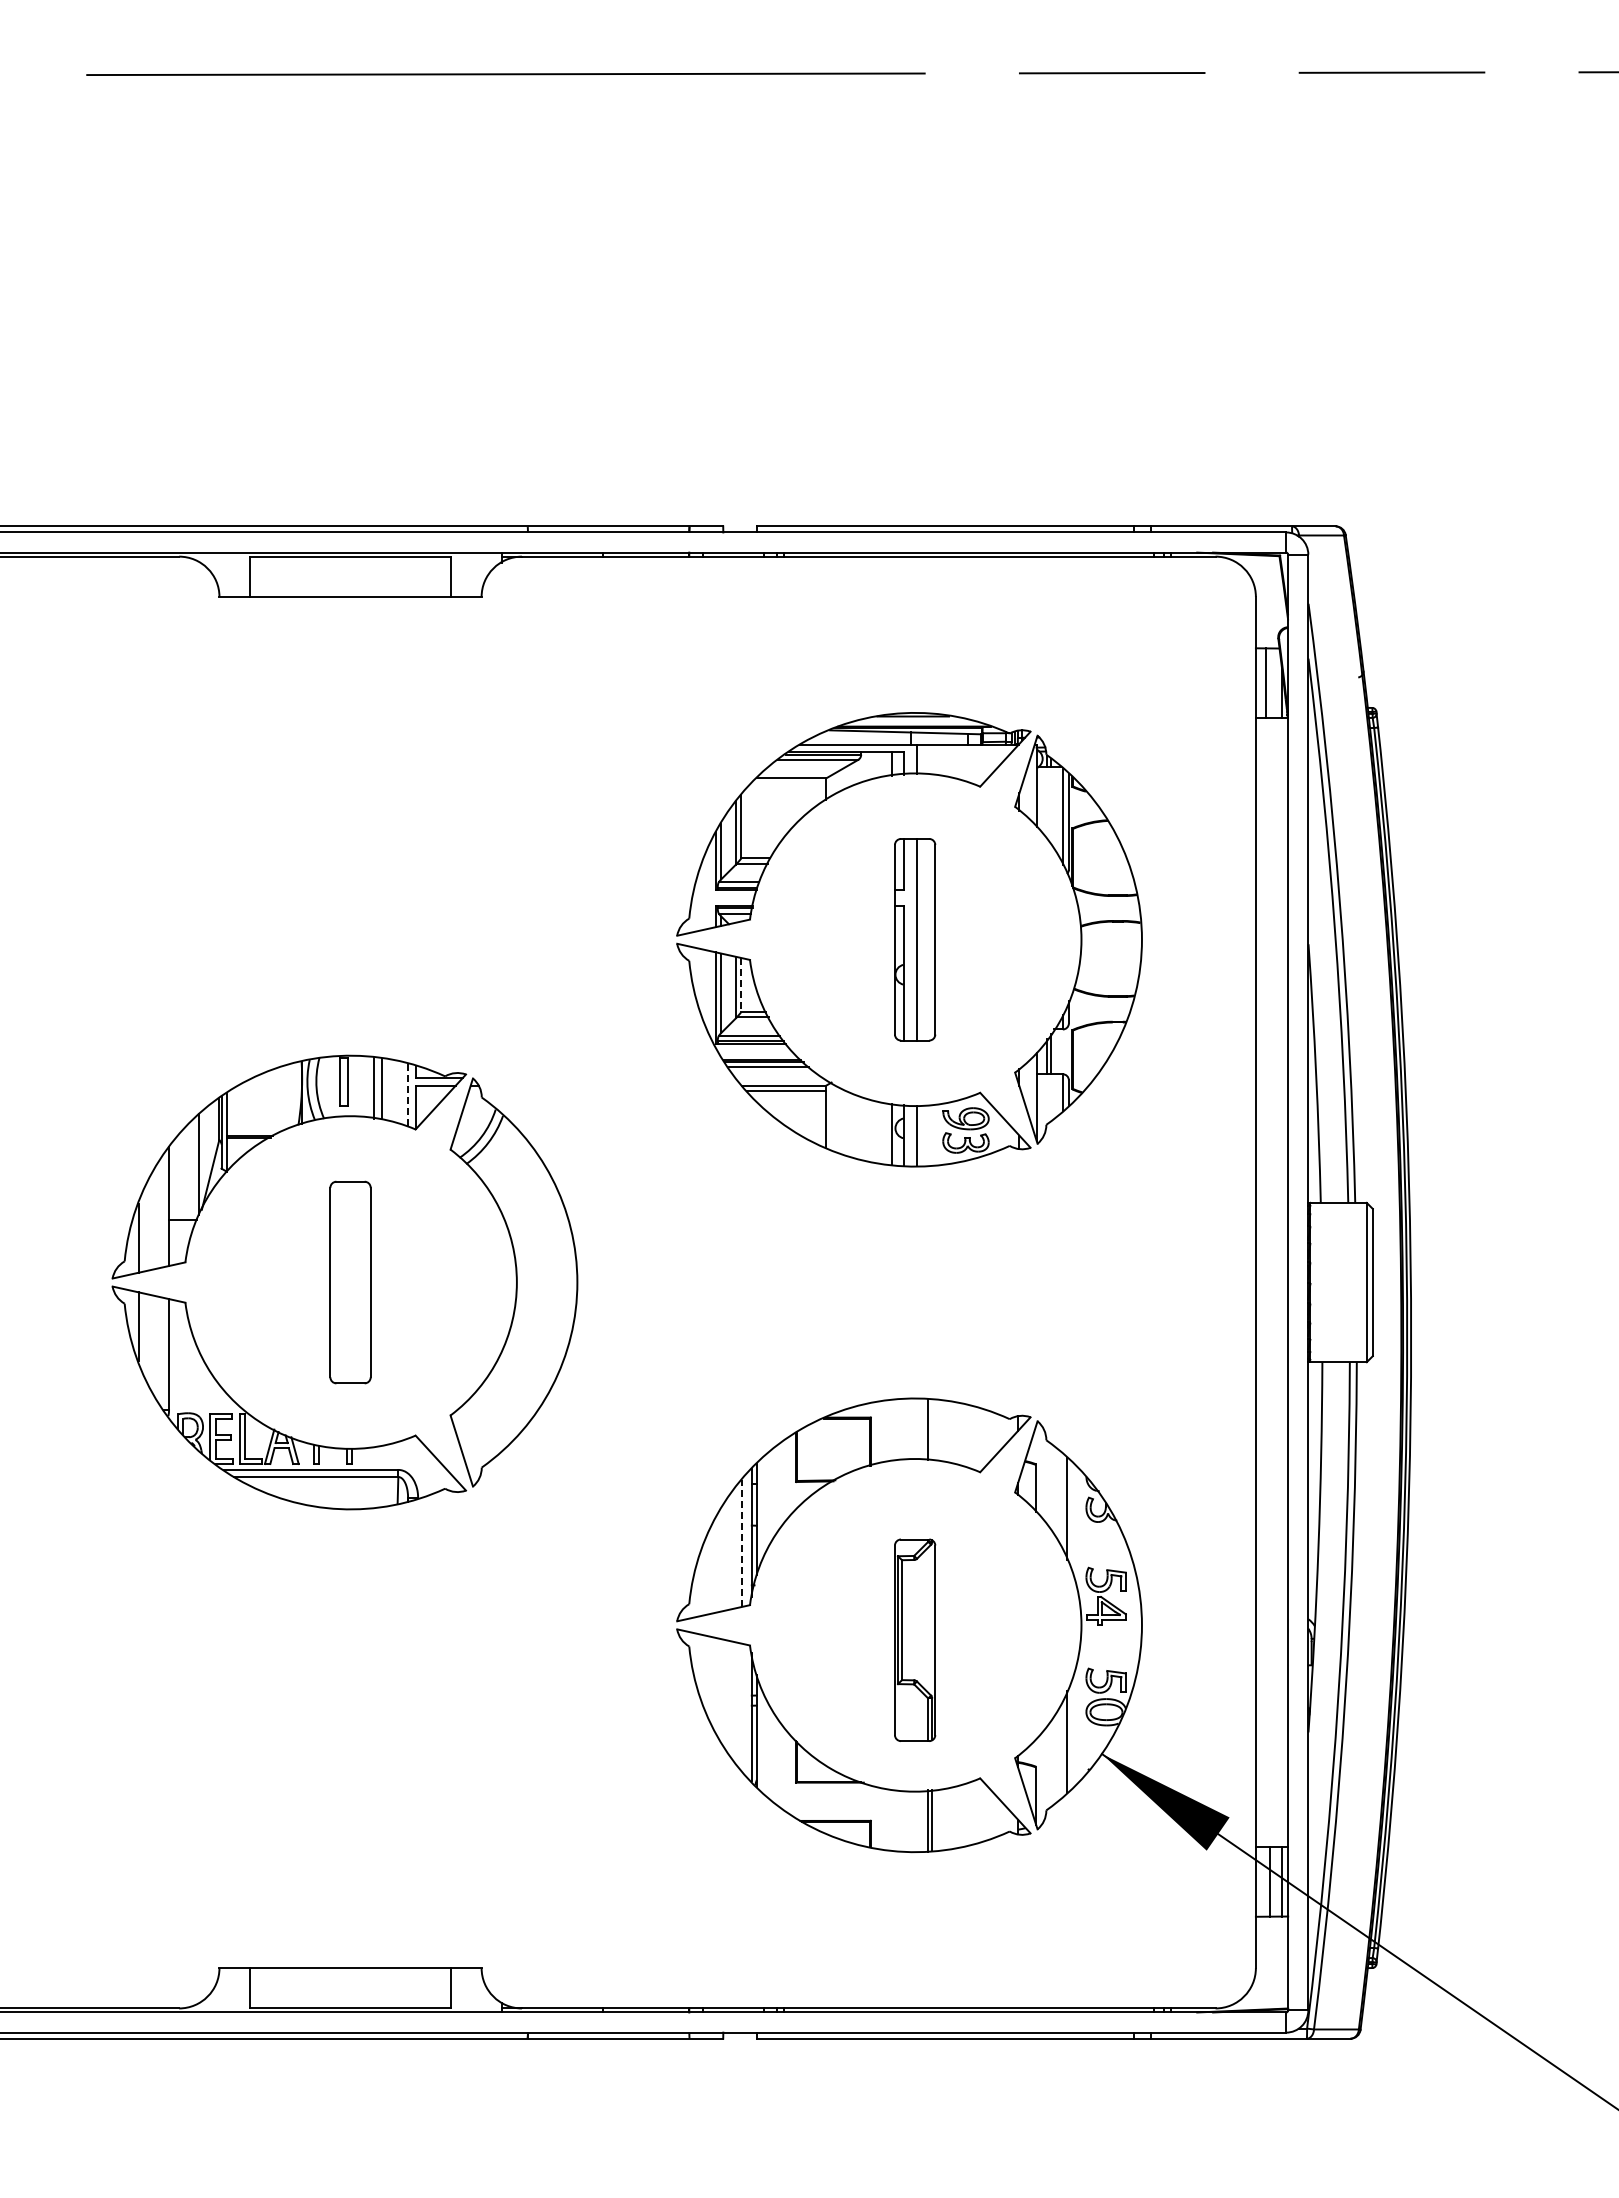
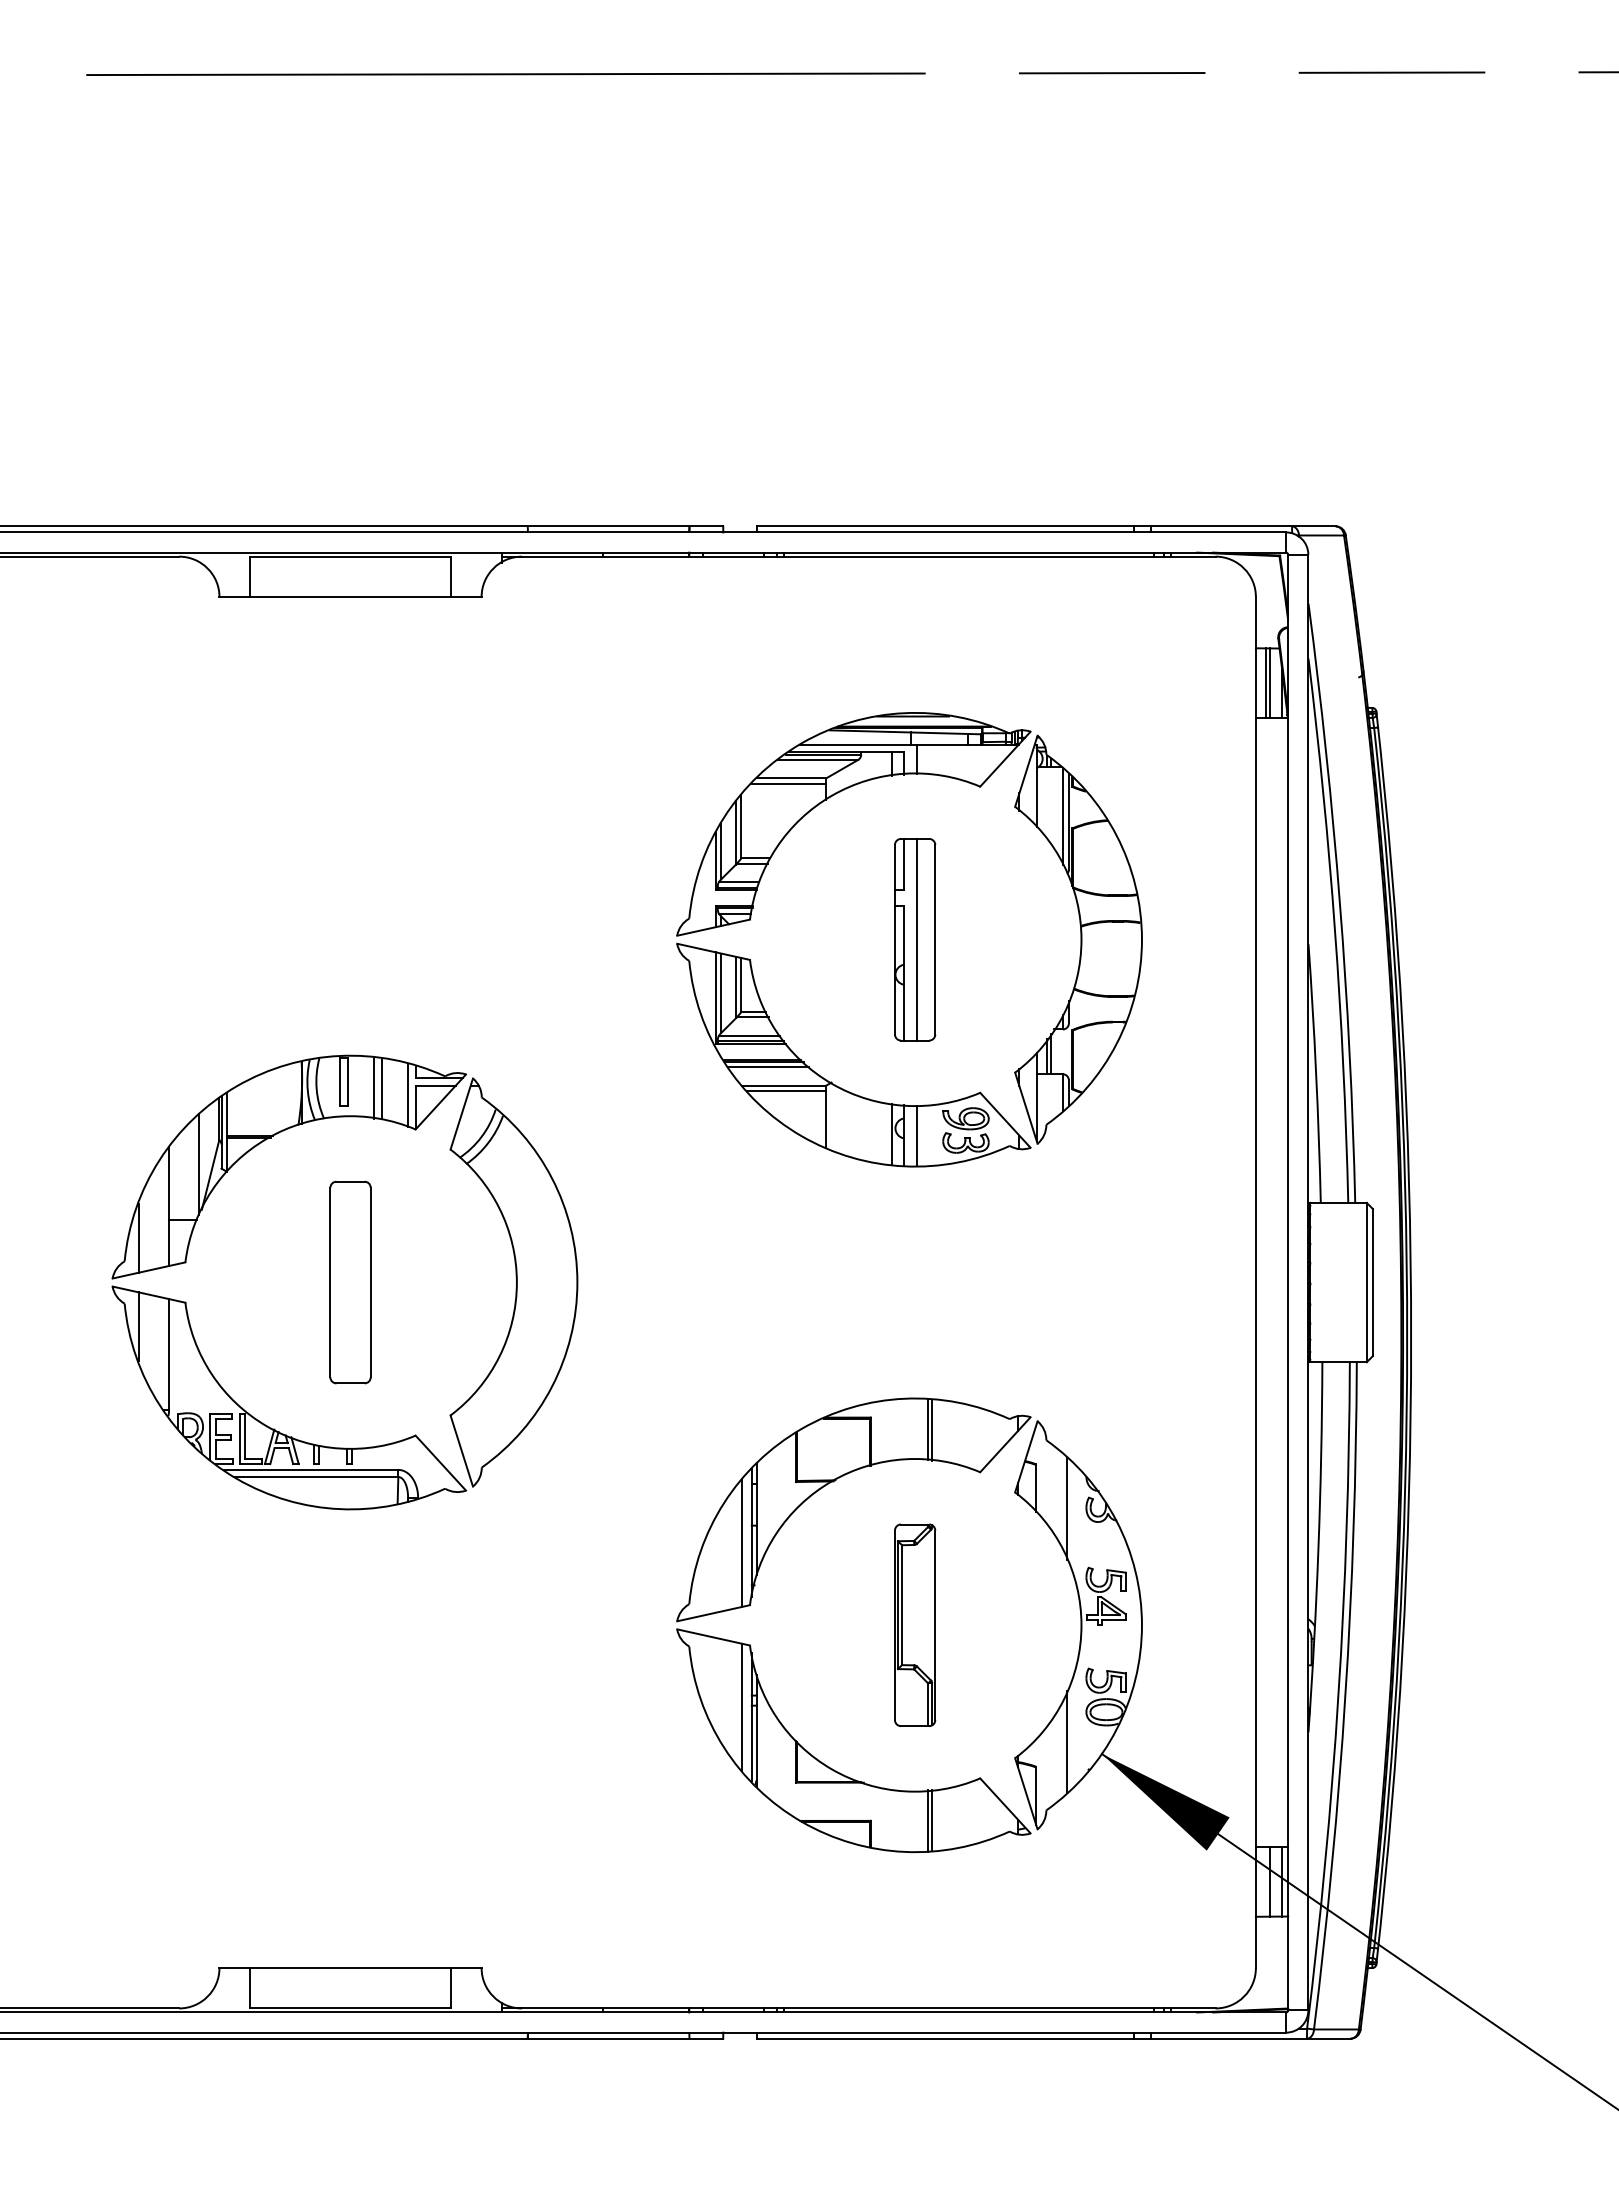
line at (1270, 682): none -> present
line at (788, 783): none -> present
line at (741, 985): dashed -> solid
line at (408, 1095): dashed -> solid
line at (932, 1429): none -> present
line at (741, 1543): dashed -> solid
part at (915, 1639) position: (915, 1639) -> (915, 1624)
line at (741, 1706): none -> present
